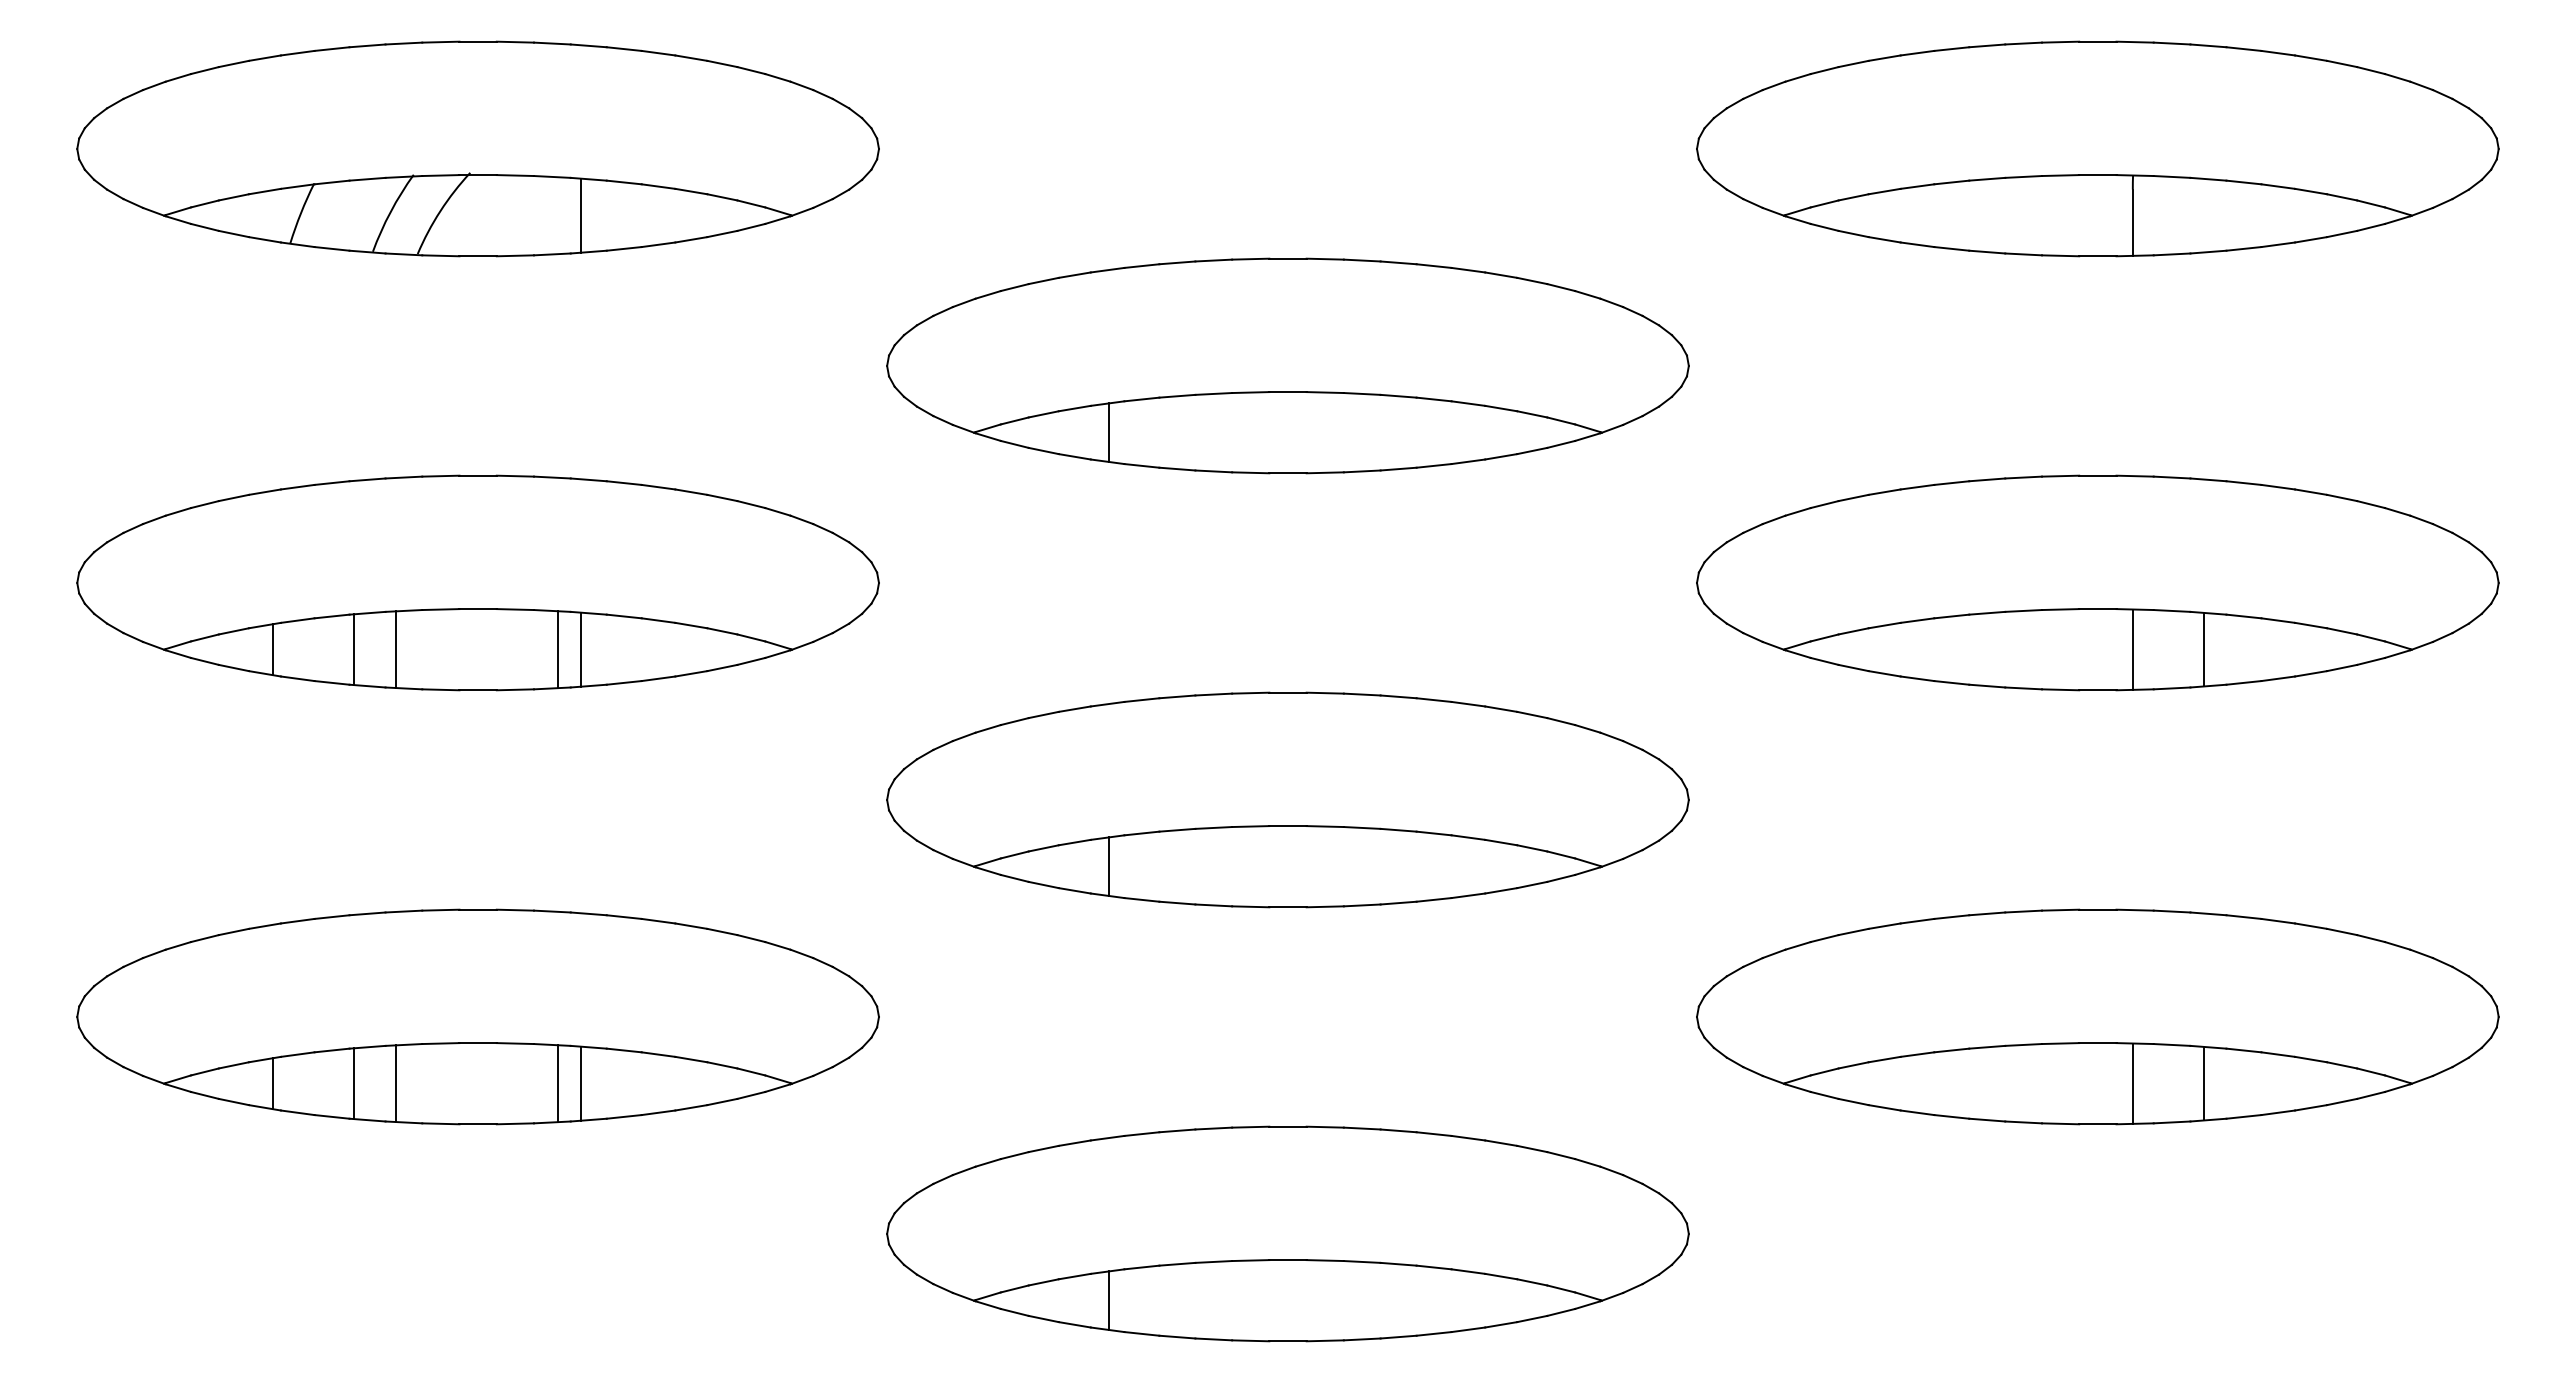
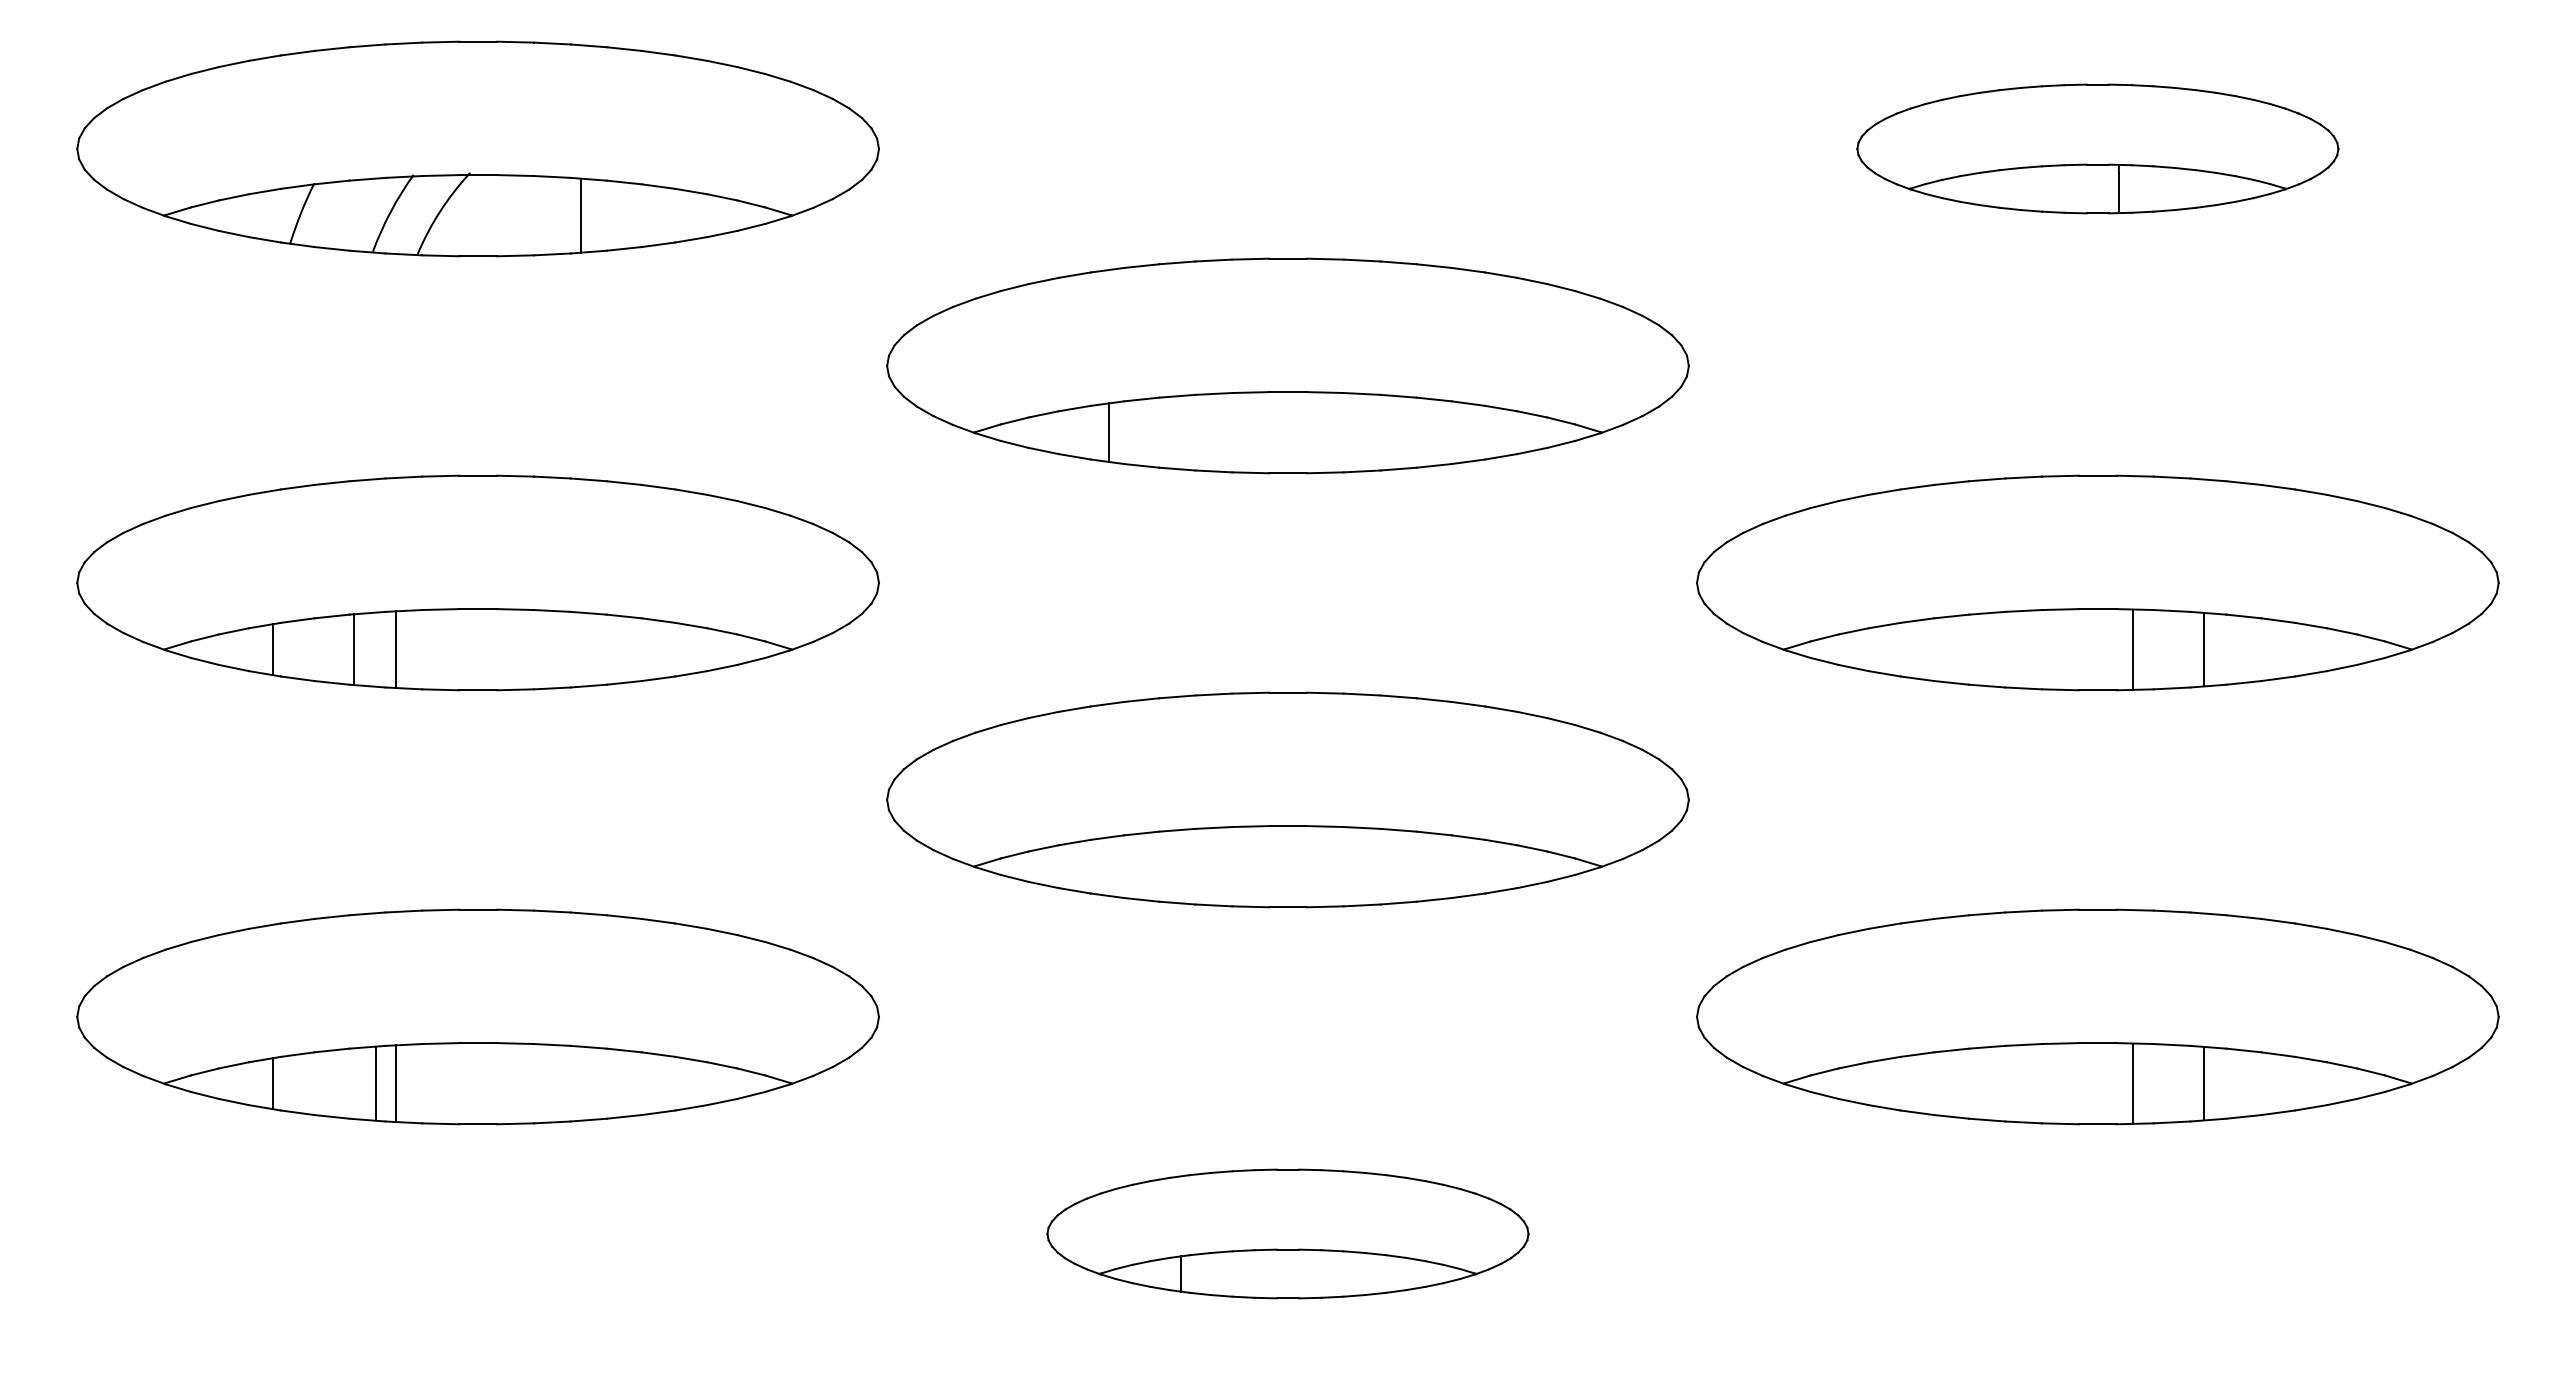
part at (2097, 148) size: 804x218 px -> 484x132 px
line at (558, 649): present -> none
line at (581, 649): present -> none
line at (1109, 866): present -> none
line at (353, 1083) position: (353, 1083) -> (375, 1083)
line at (558, 1083): present -> none
line at (581, 1083): present -> none
part at (1287, 1233) size: 804x218 px -> 484x132 px
